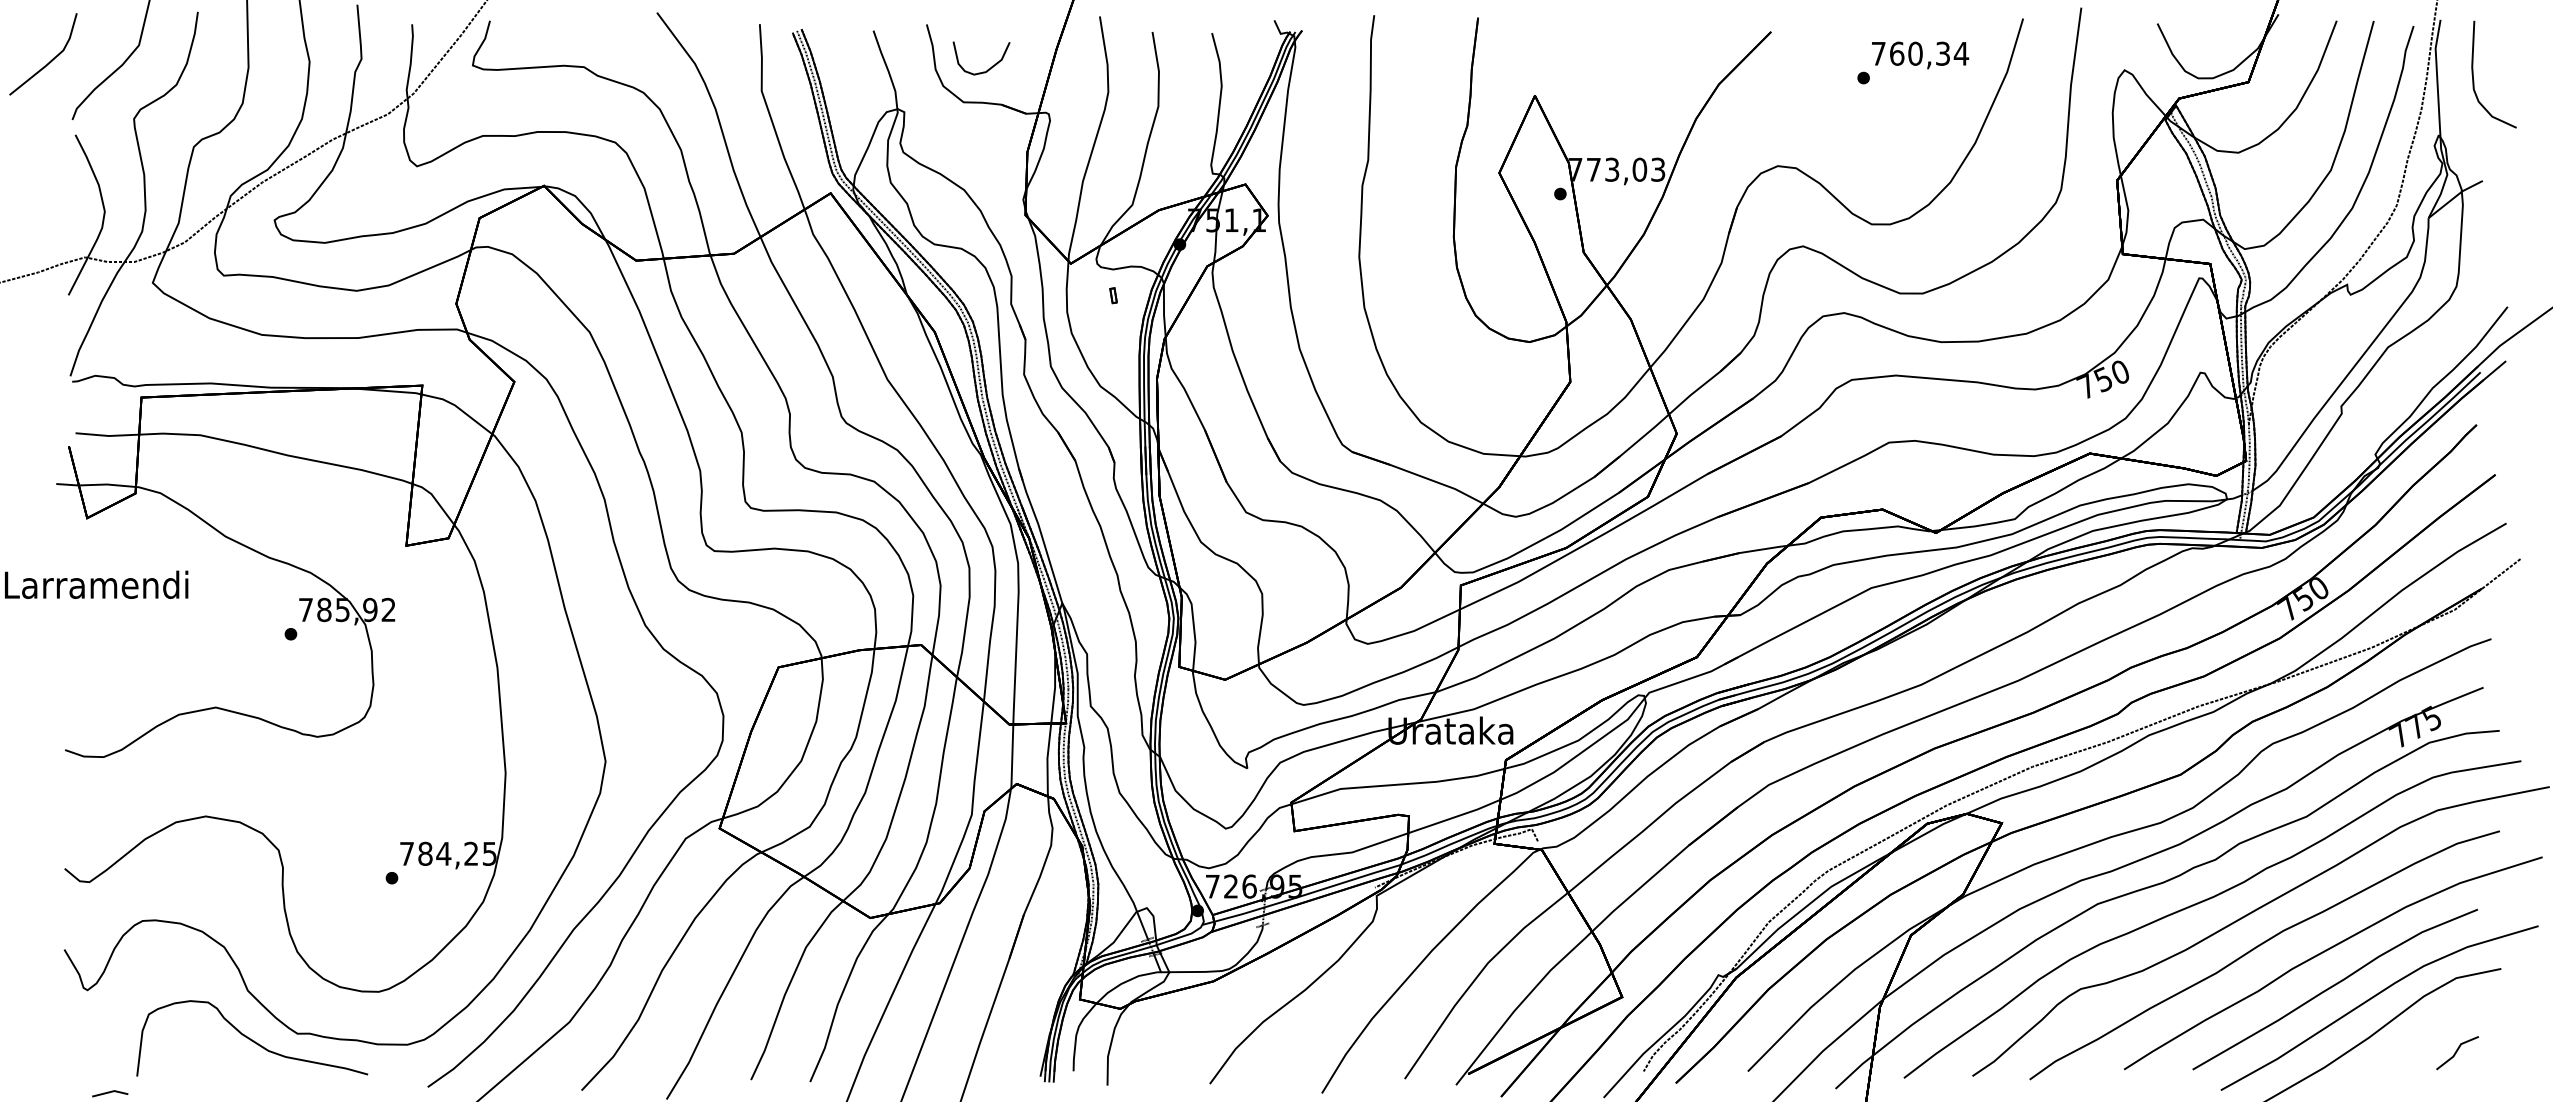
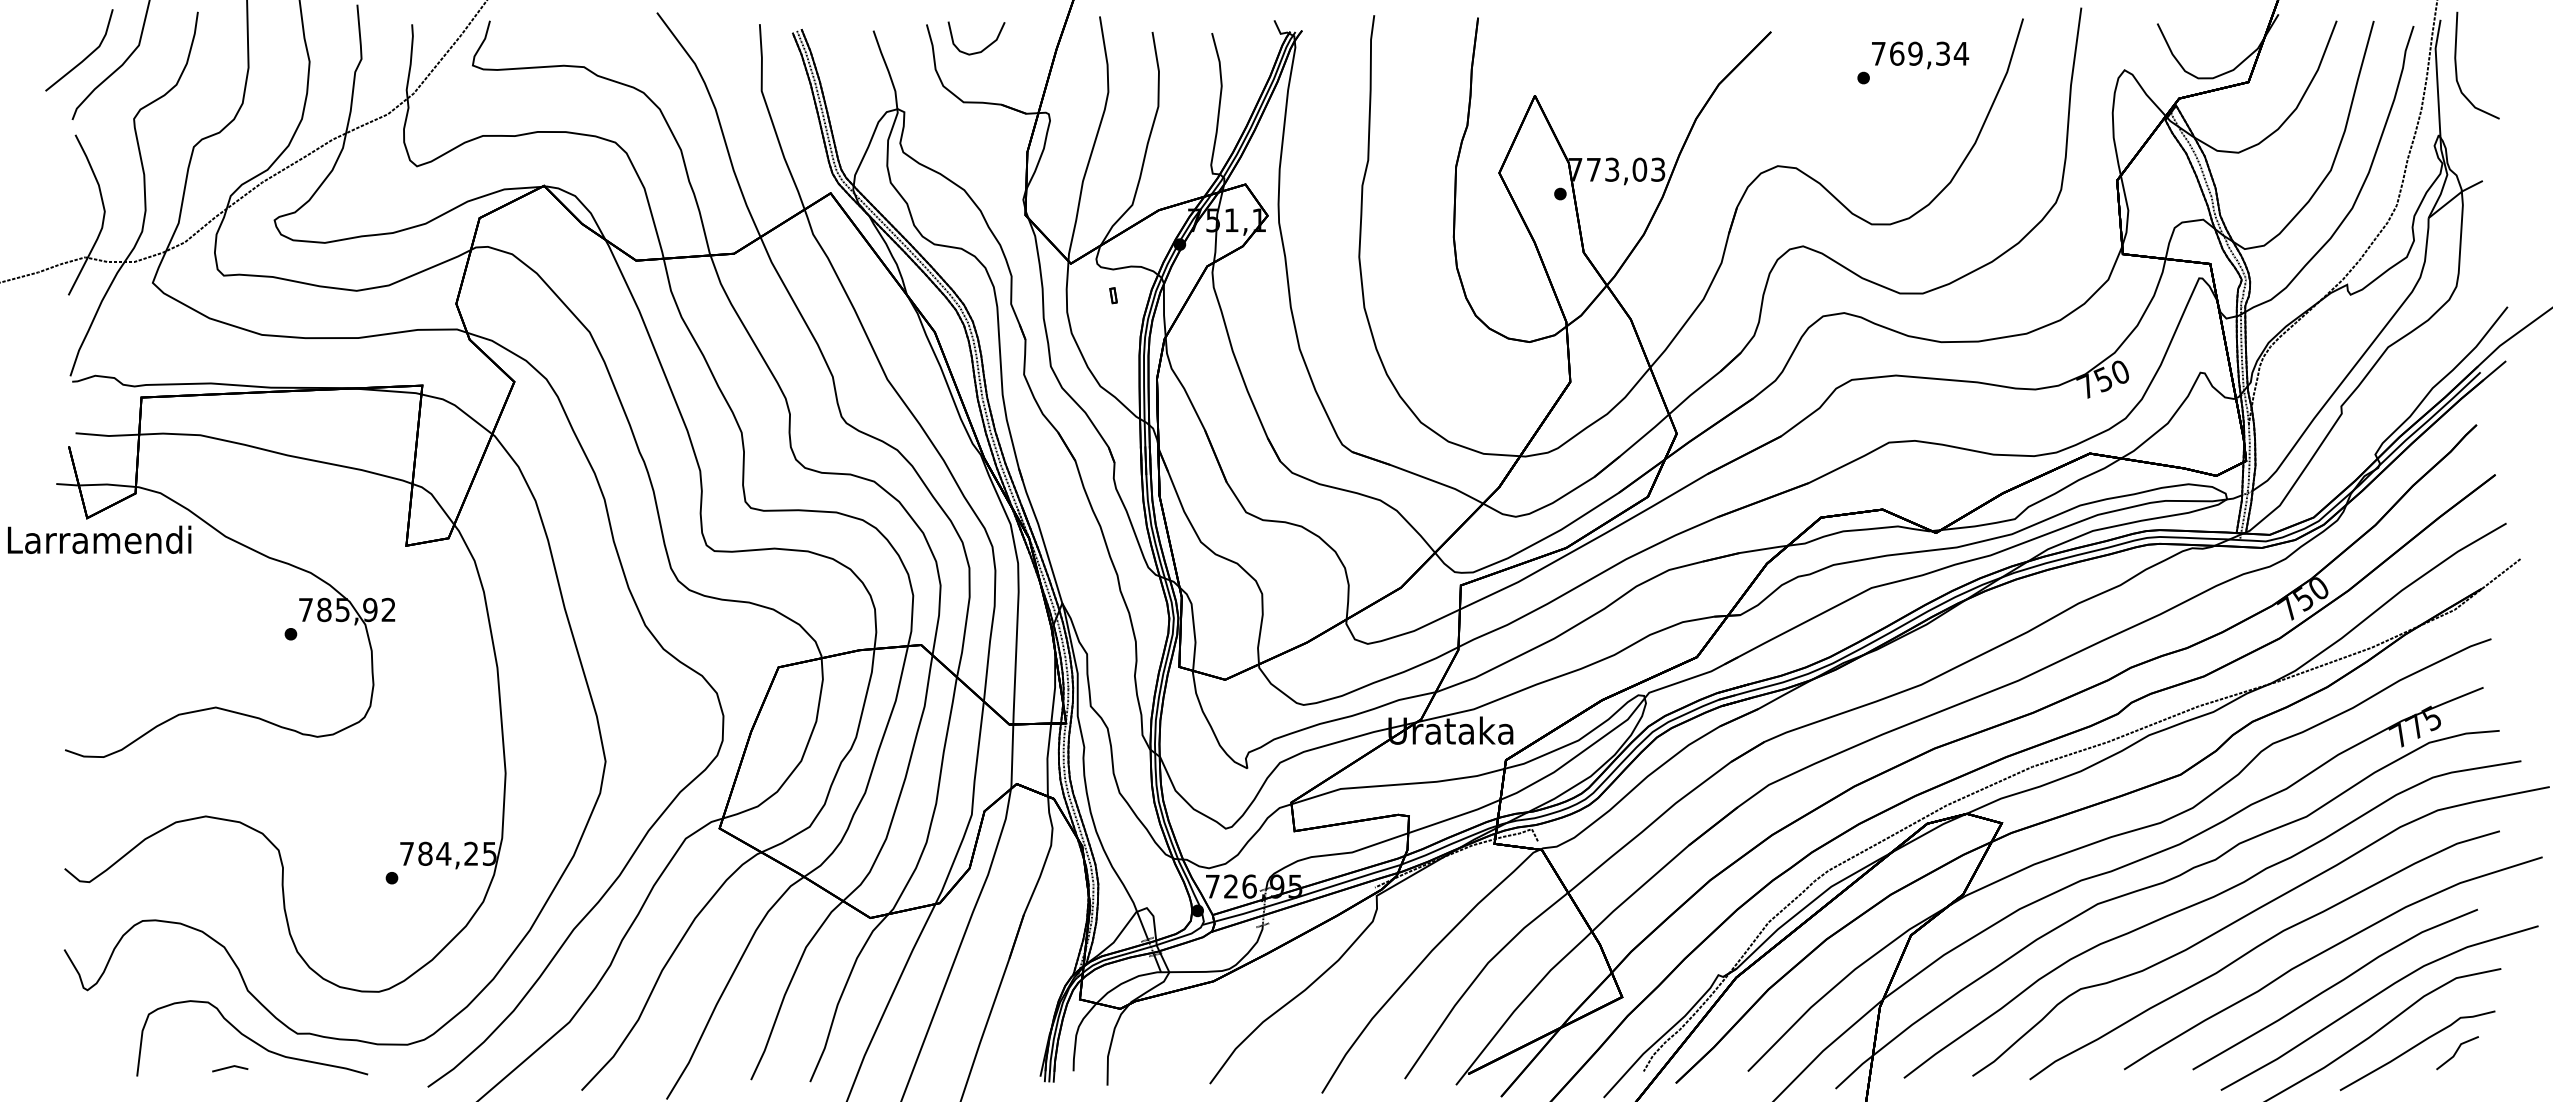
text at (1915, 53): 760,34 -> 769,34
line at (50, 60) position: (50, 60) -> (86, 56)
curve at (988, 68) position: (988, 68) -> (983, 48)
curve at (2474, 80) position: (2474, 80) -> (2457, 71)
text at (96, 584) position: (96, 584) -> (99, 539)
curve at (2415, 1047): none -> present
line at (110, 1092) position: (110, 1092) -> (230, 1067)
